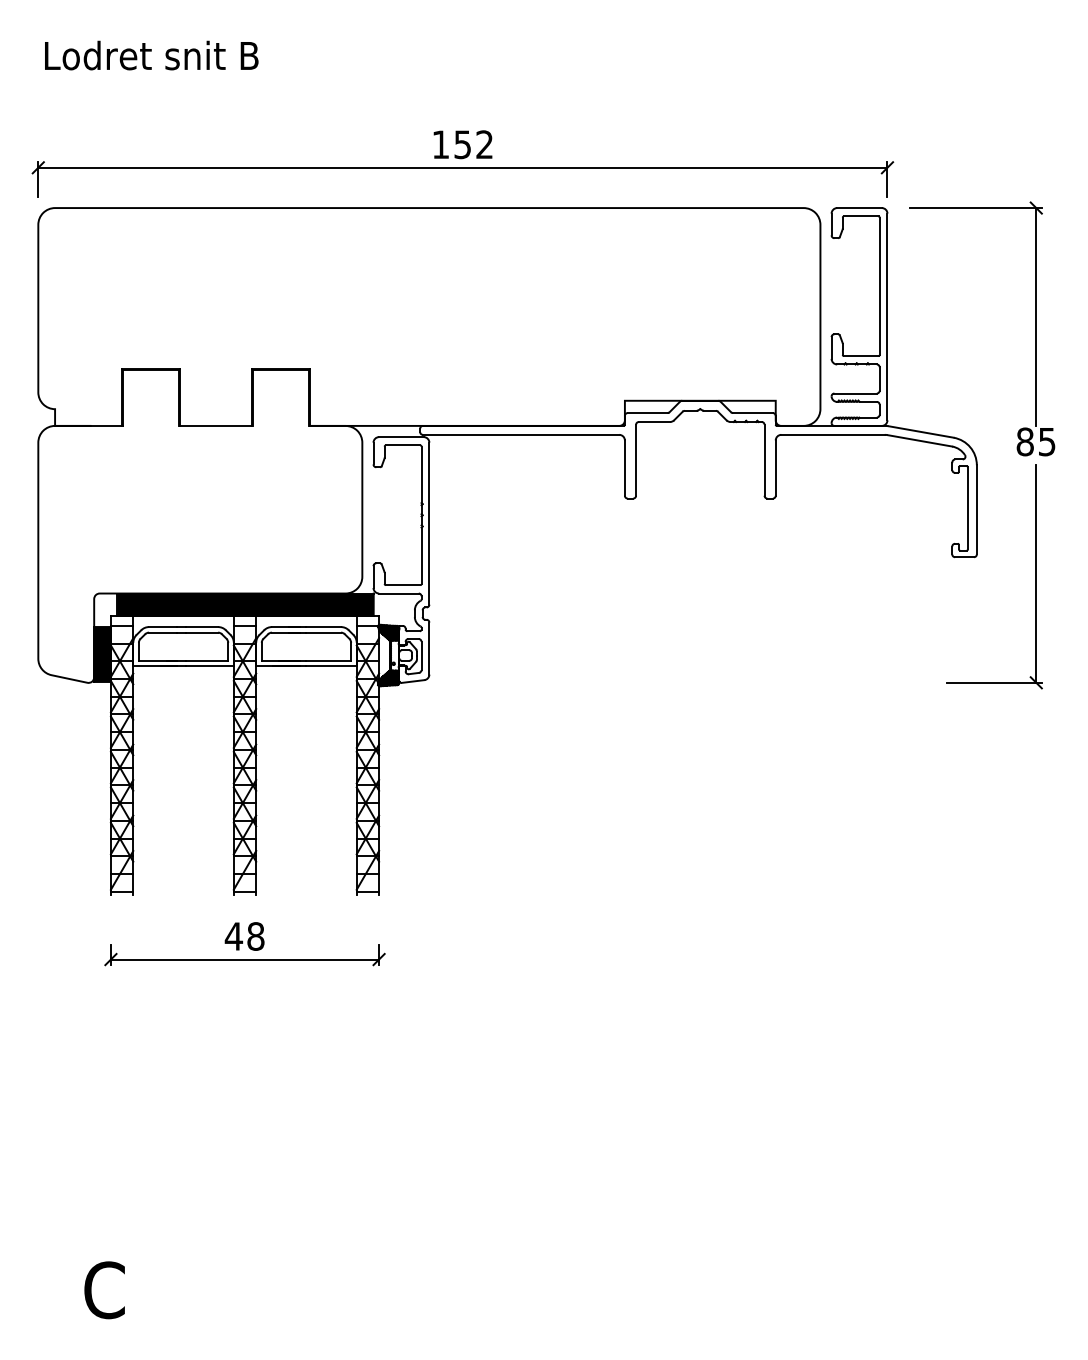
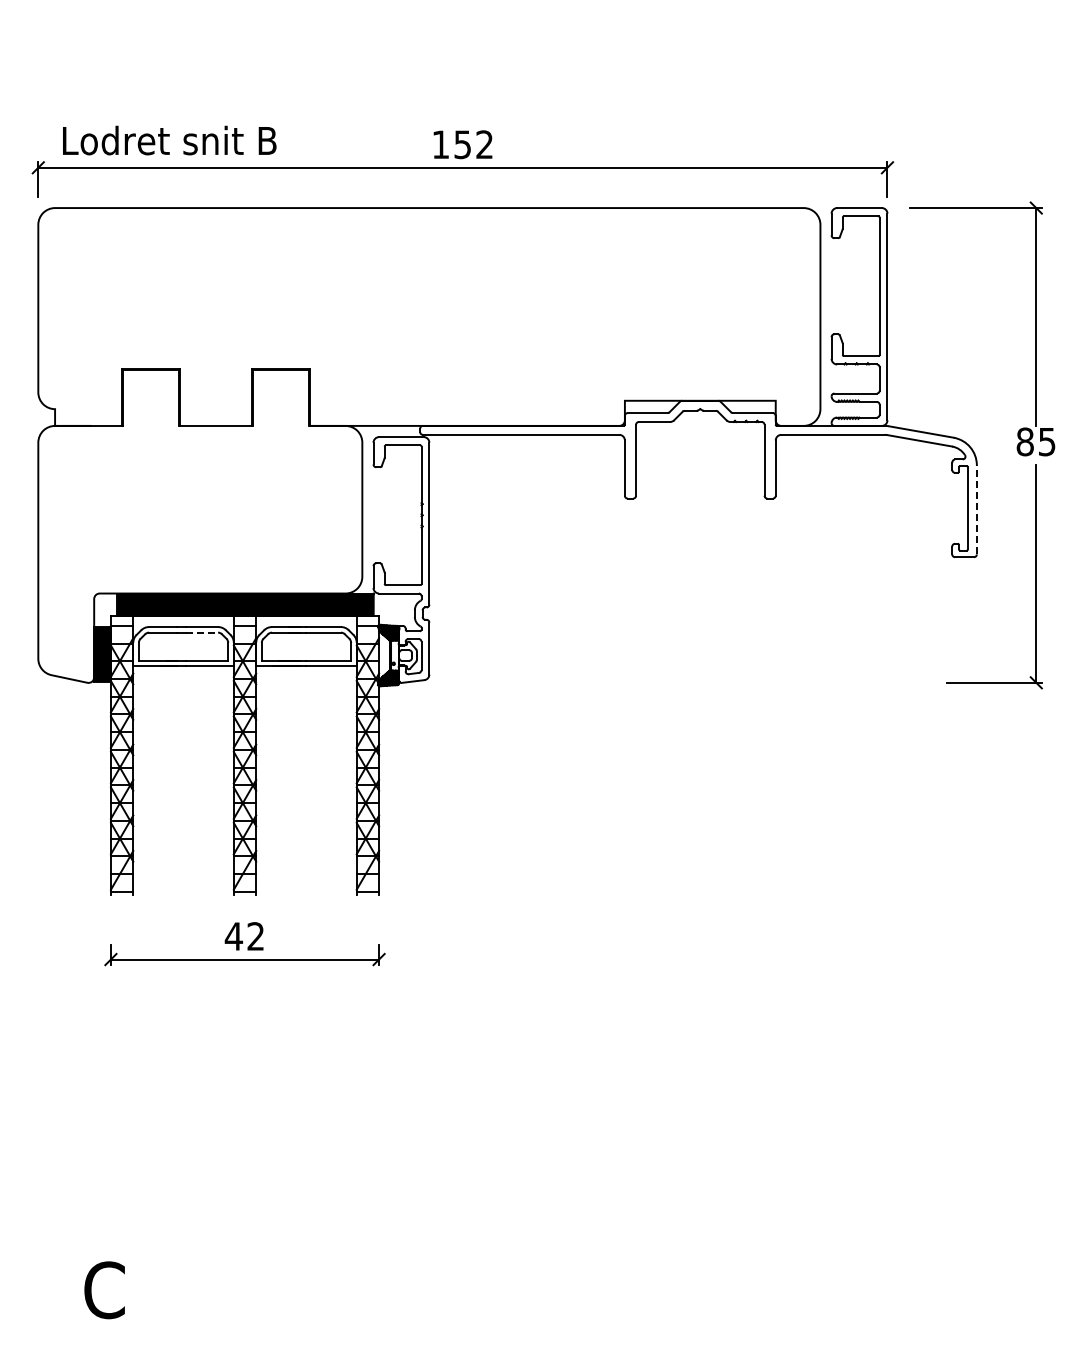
text at (151, 55) position: (151, 55) -> (169, 140)
line at (976, 509): solid -> dashed
line at (202, 632): solid -> dashed
text at (255, 936): 48 -> 42
